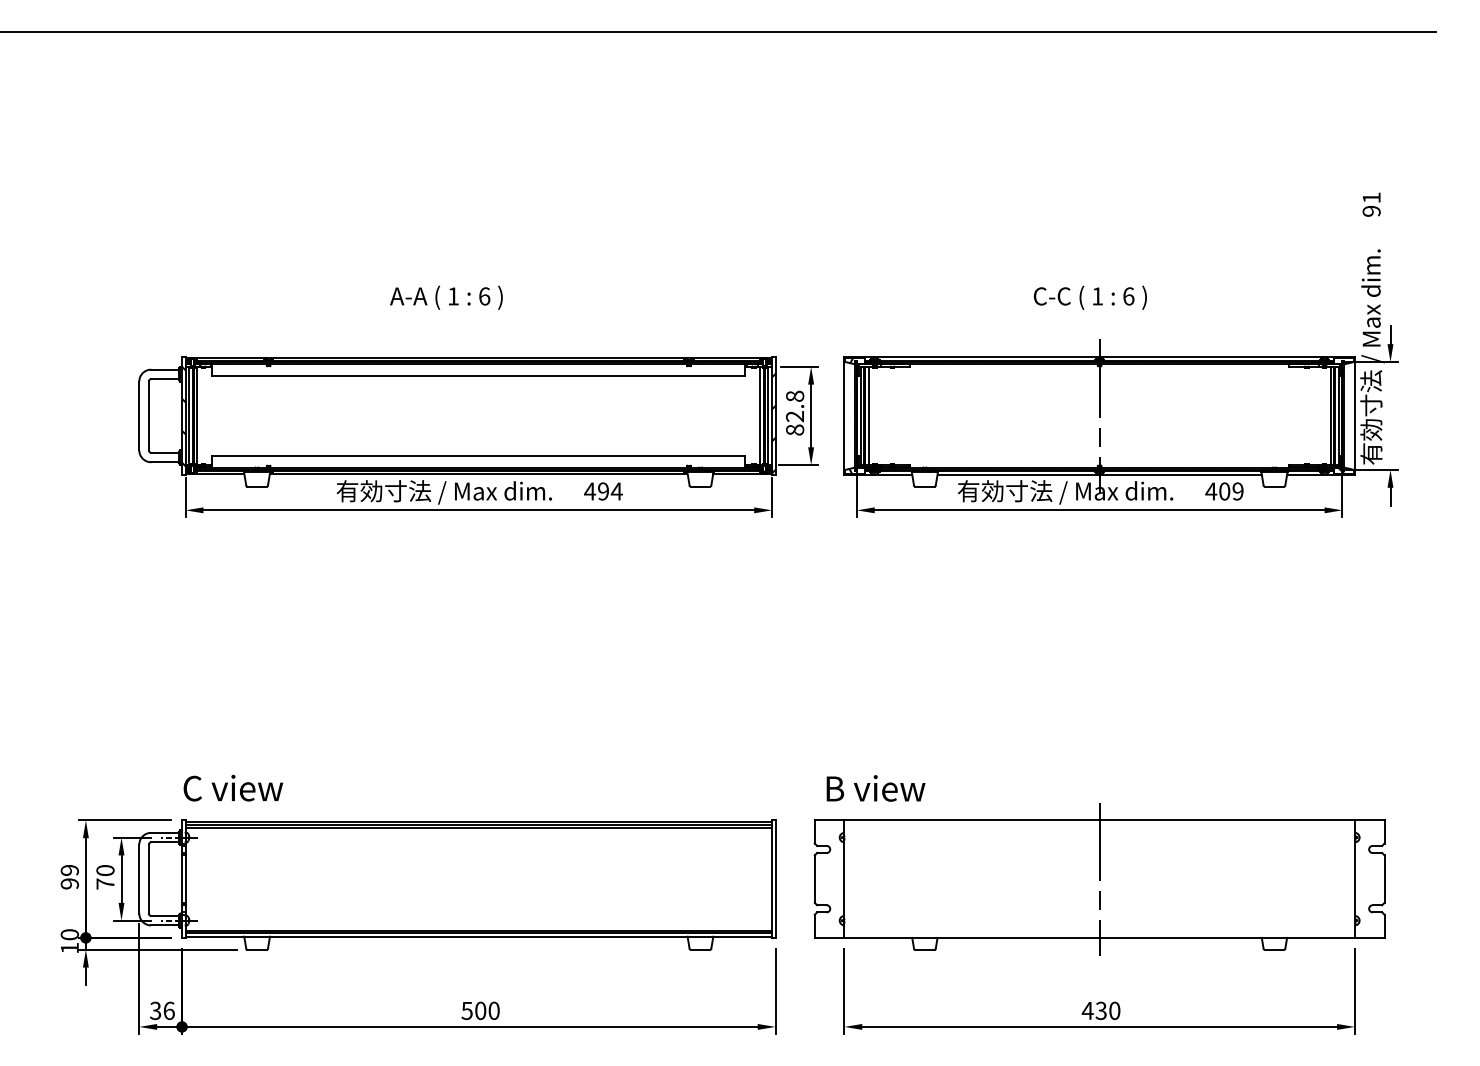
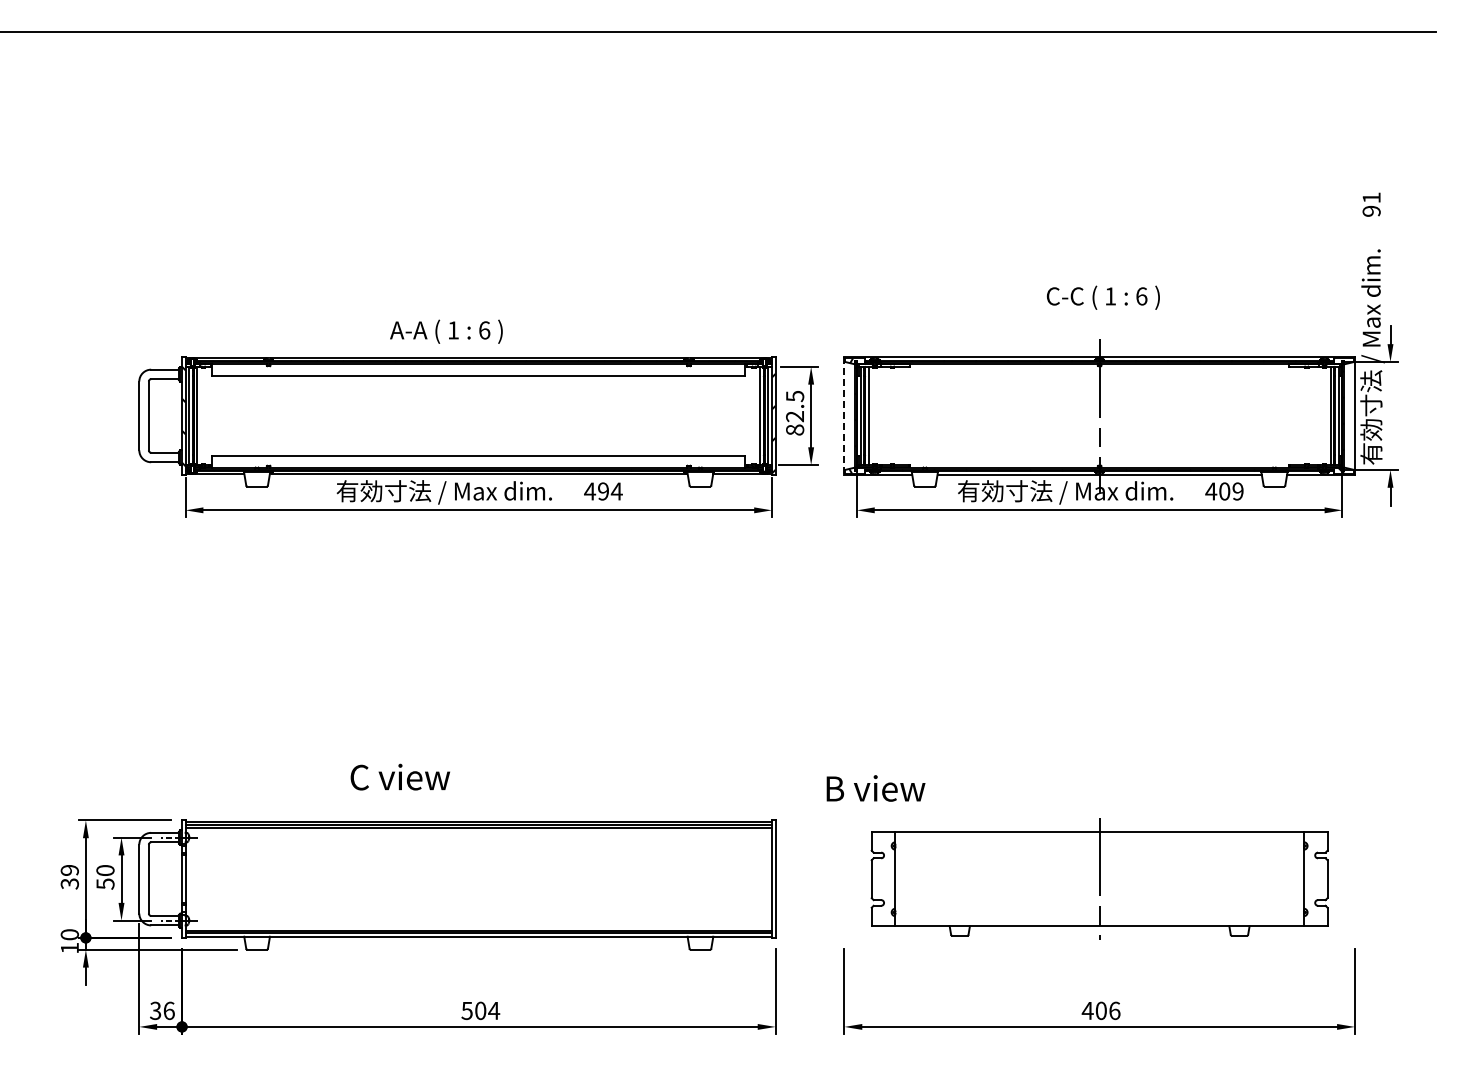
text at (446, 297) position: (446, 297) -> (446, 331)
text at (1090, 297) position: (1090, 297) -> (1103, 297)
text at (795, 396): 82.8 -> 82.5
line at (844, 415): solid -> dashed
text at (232, 787) position: (232, 787) -> (399, 776)
part at (1099, 879) size: 573x153 px -> 459x122 px
text at (69, 883): 99 -> 39
text at (105, 883): 70 -> 50
text at (494, 1010): 500 -> 504
text at (1107, 1010): 430 -> 406
